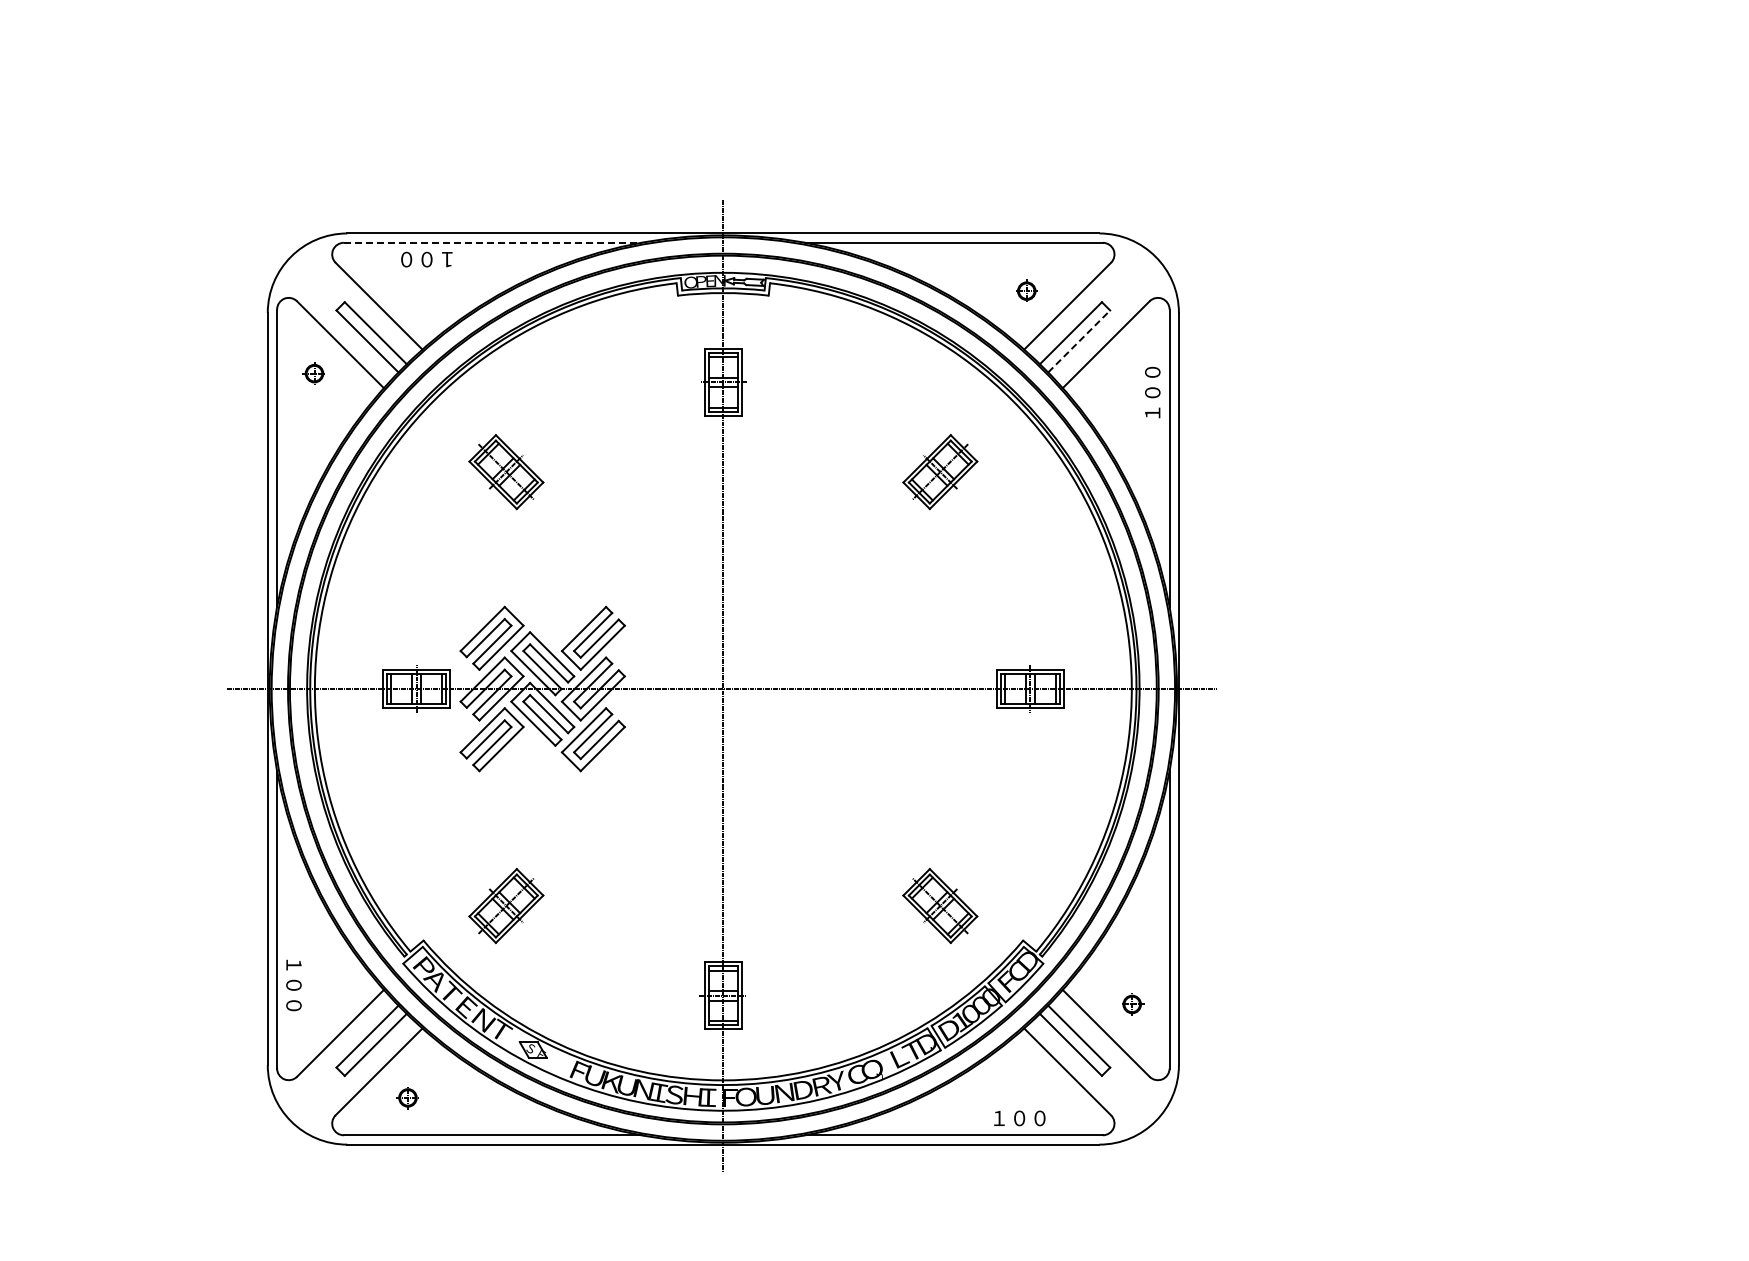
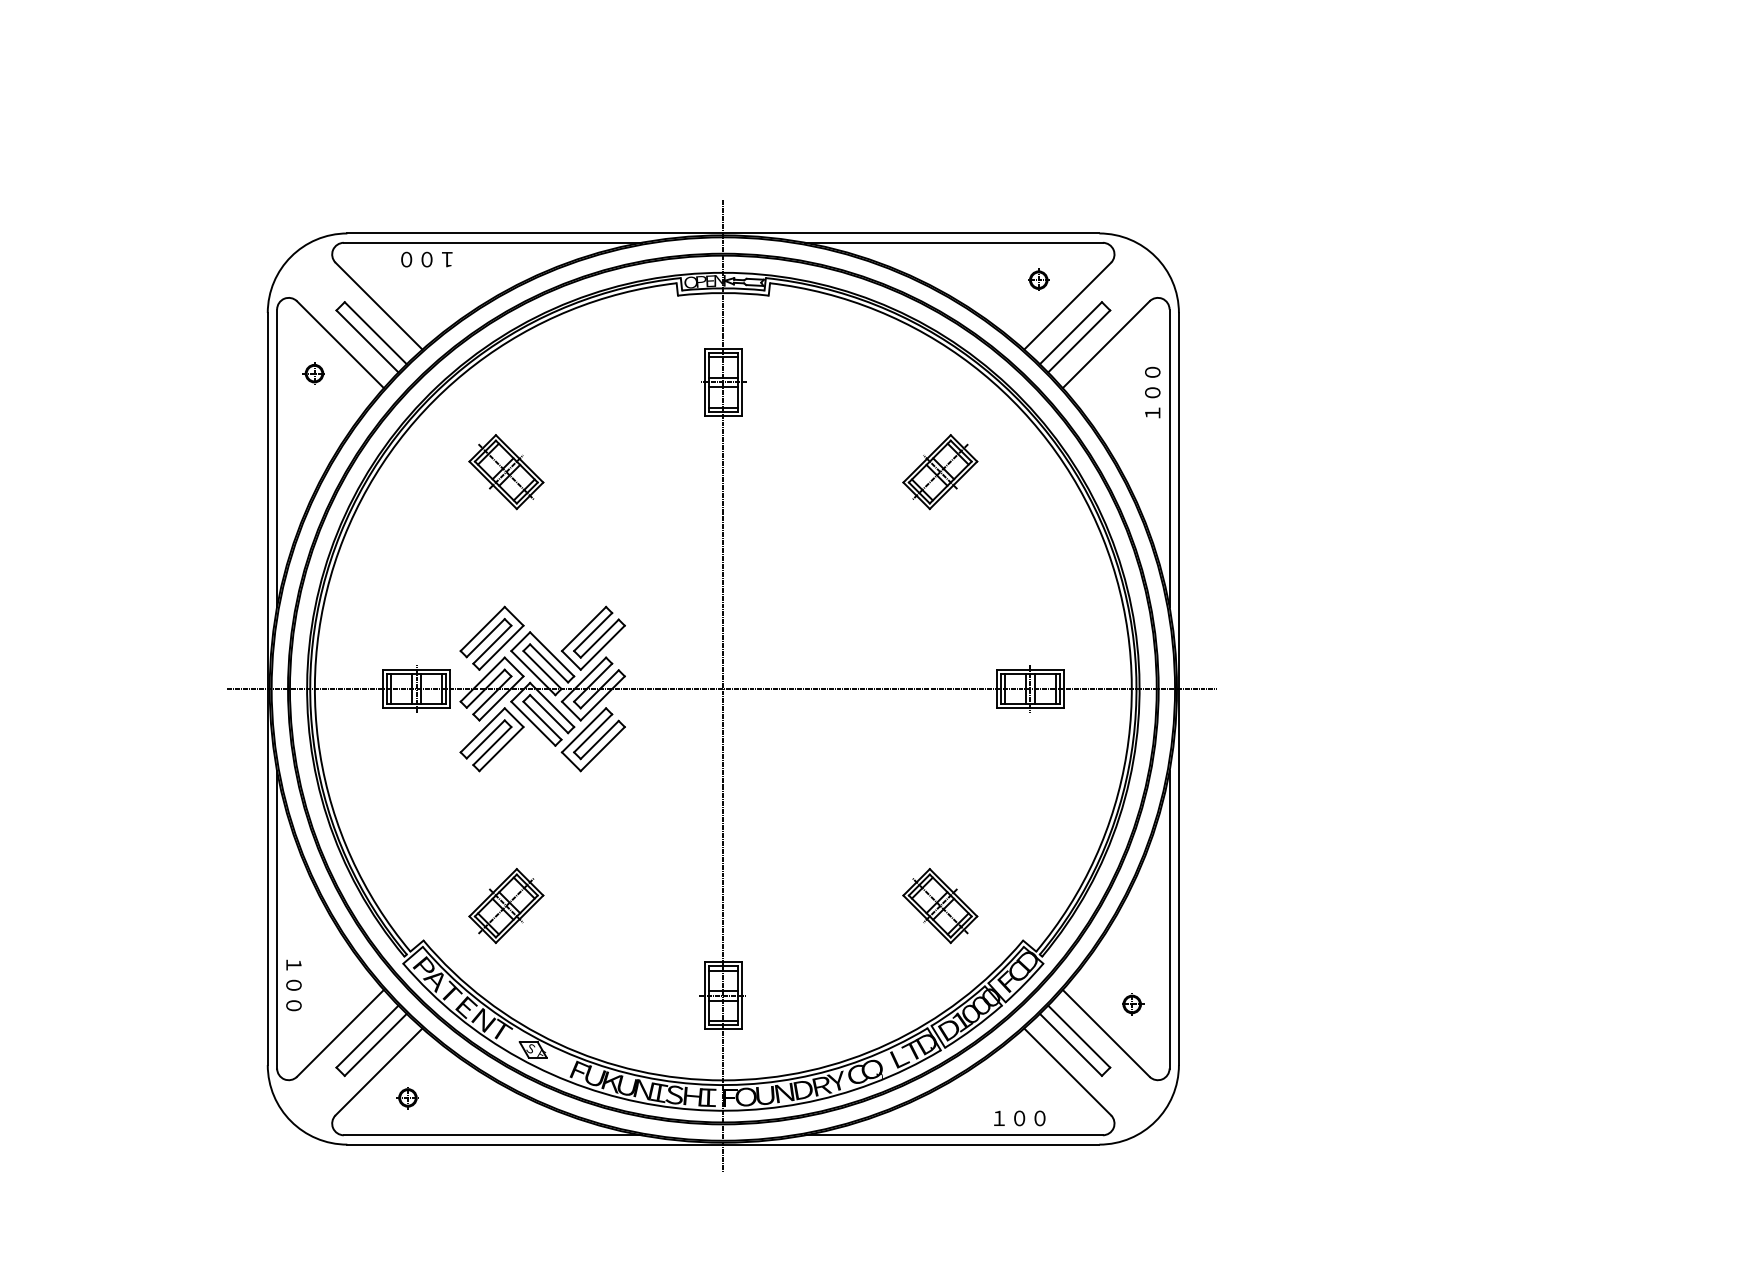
line at (492, 242): dashed -> solid
part at (1026, 290) position: (1026, 290) -> (1038, 279)
line at (1079, 341): dashed -> solid
